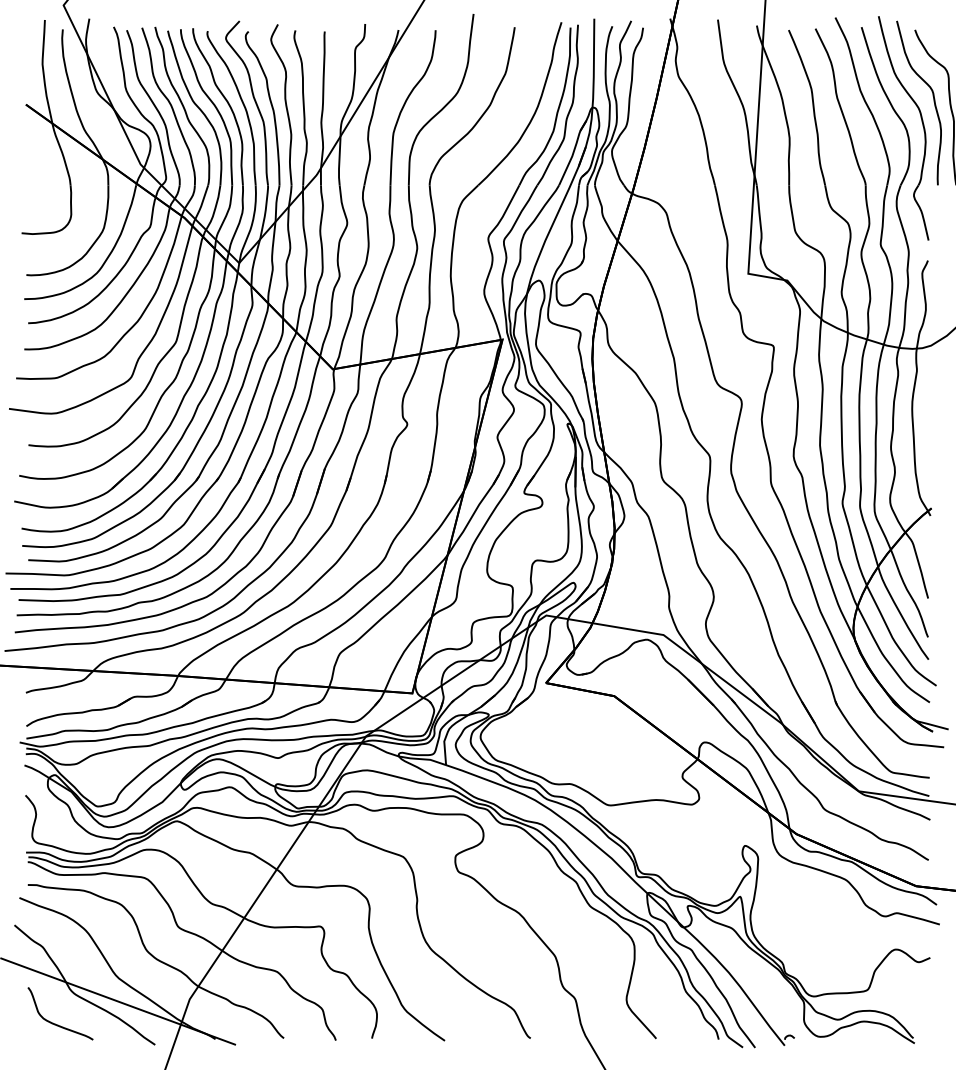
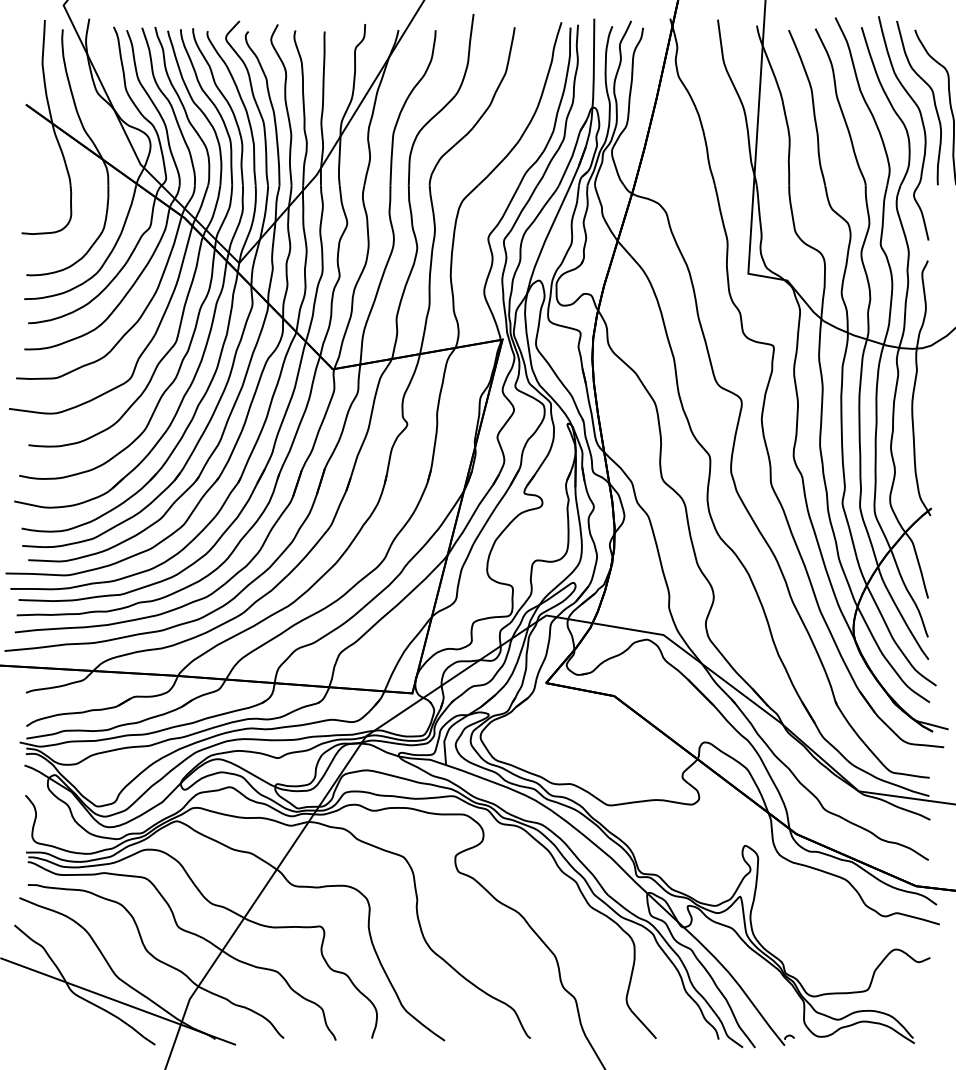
curve at (55, 1023): present -> none
